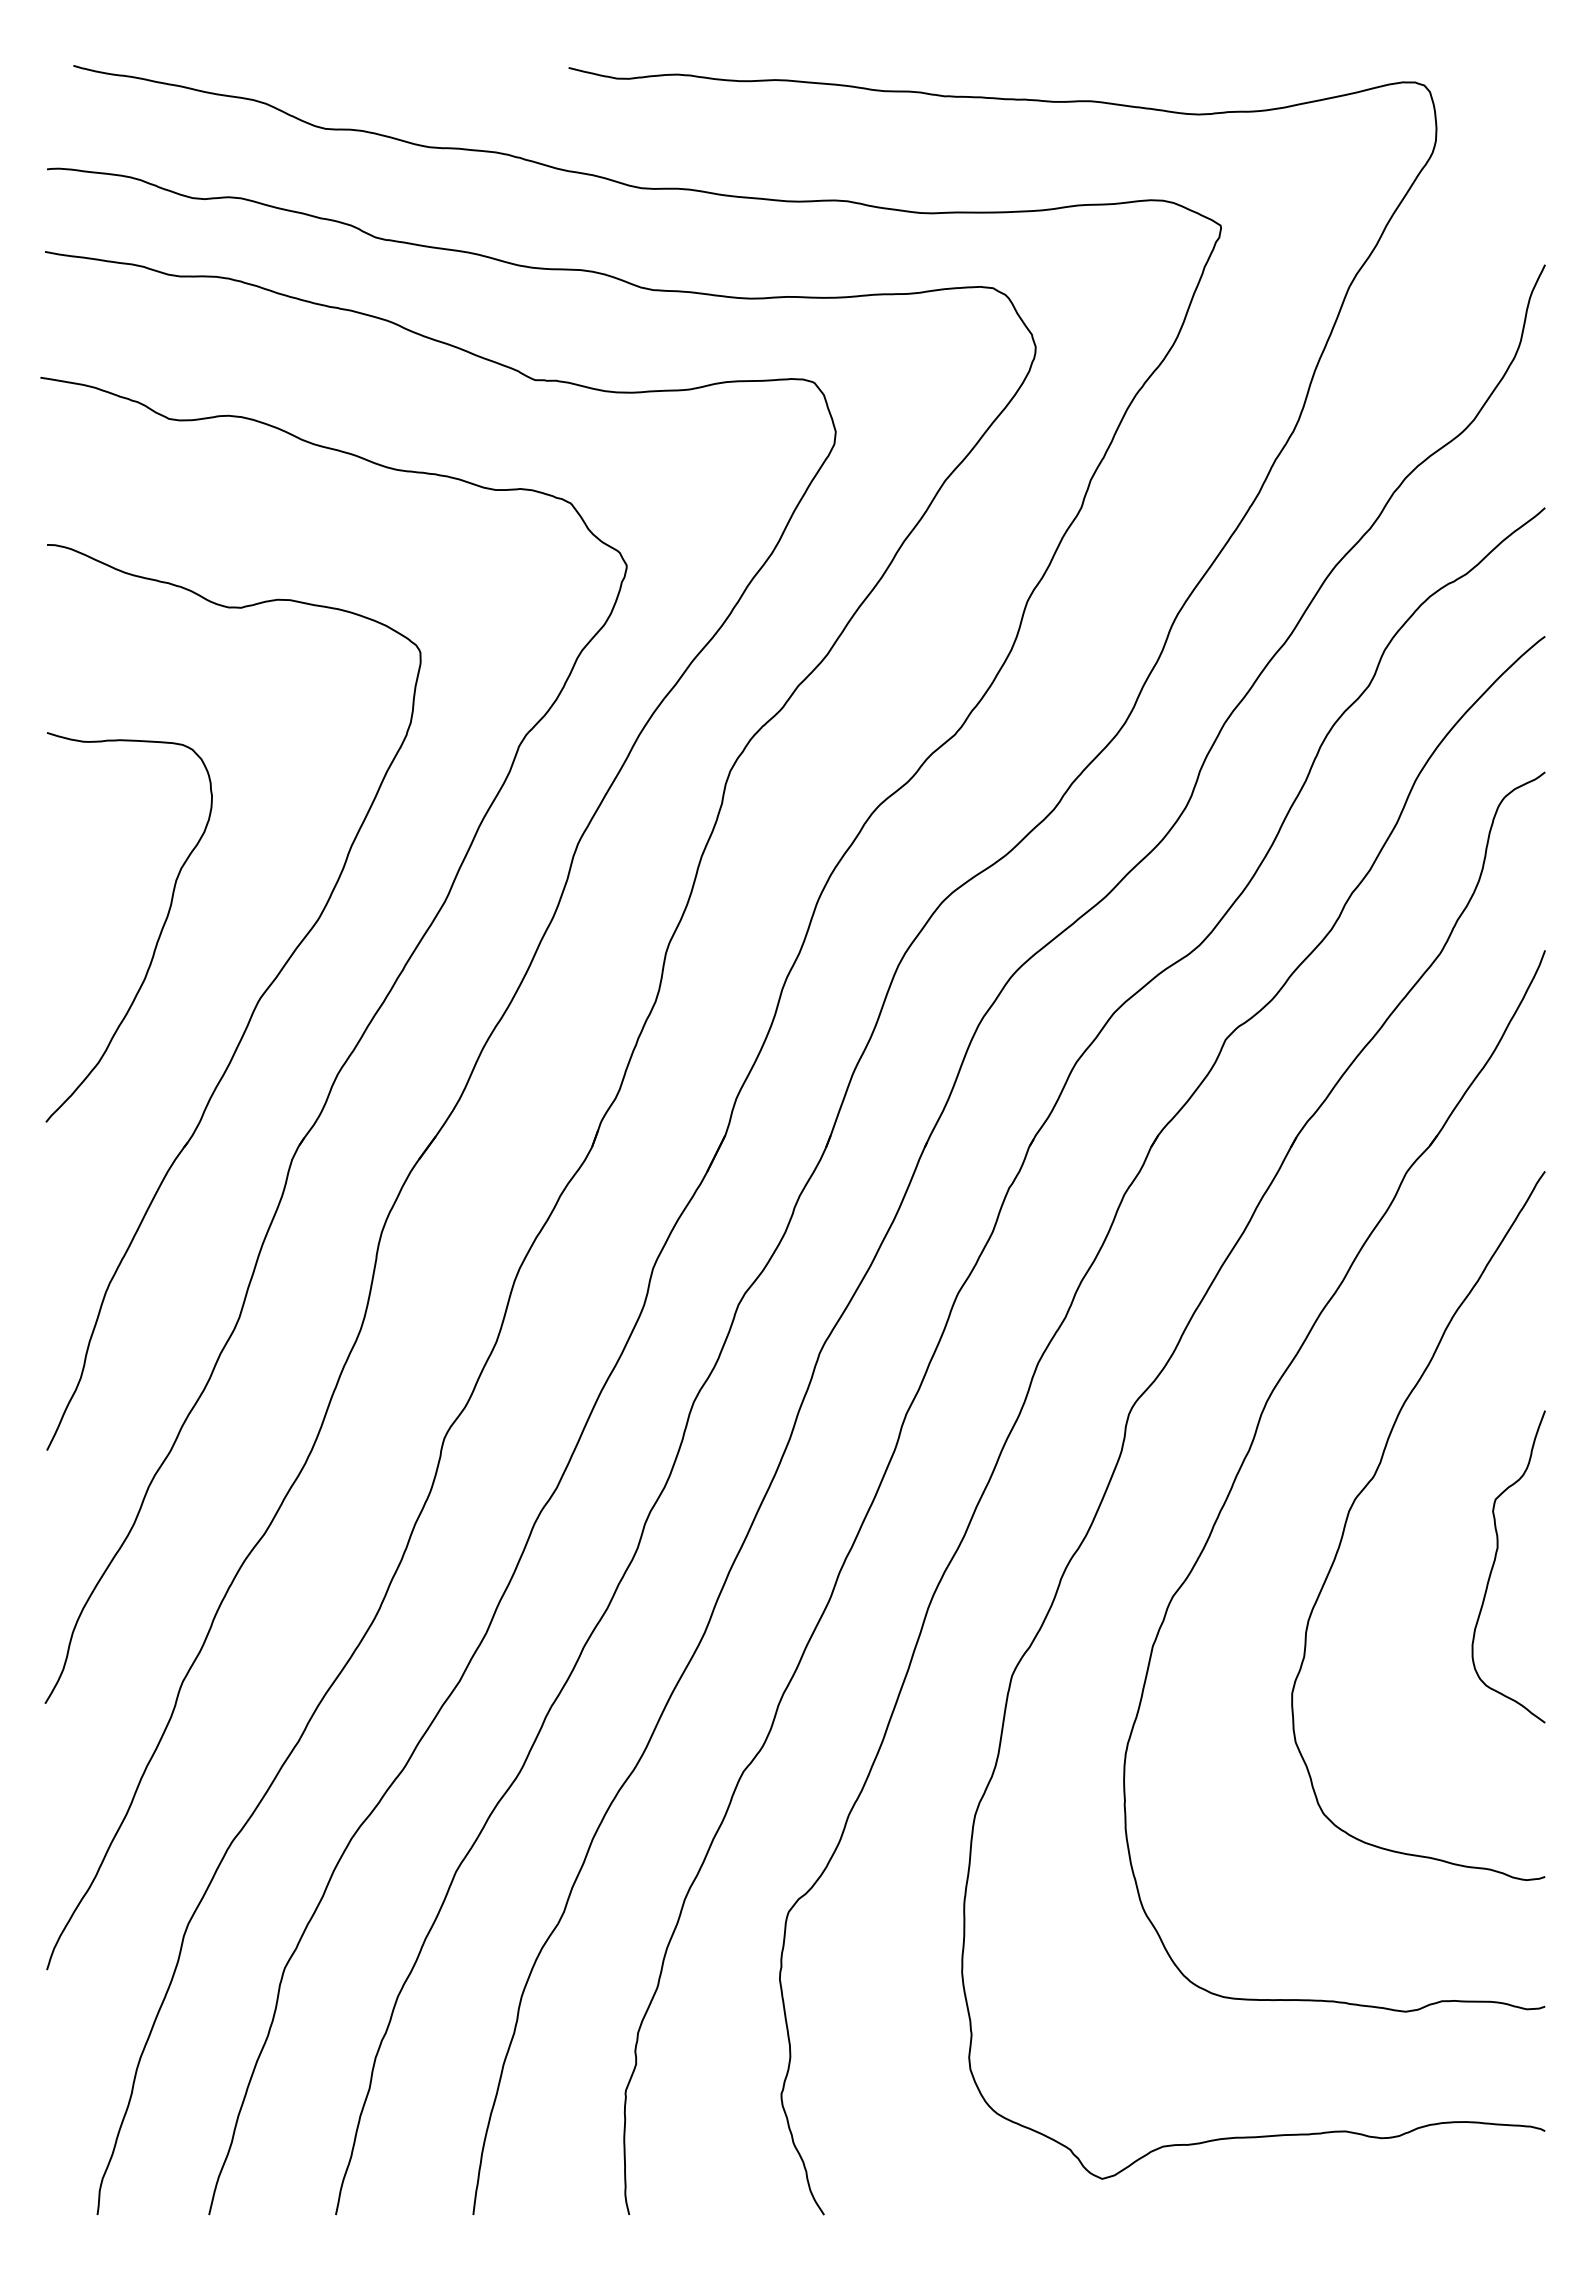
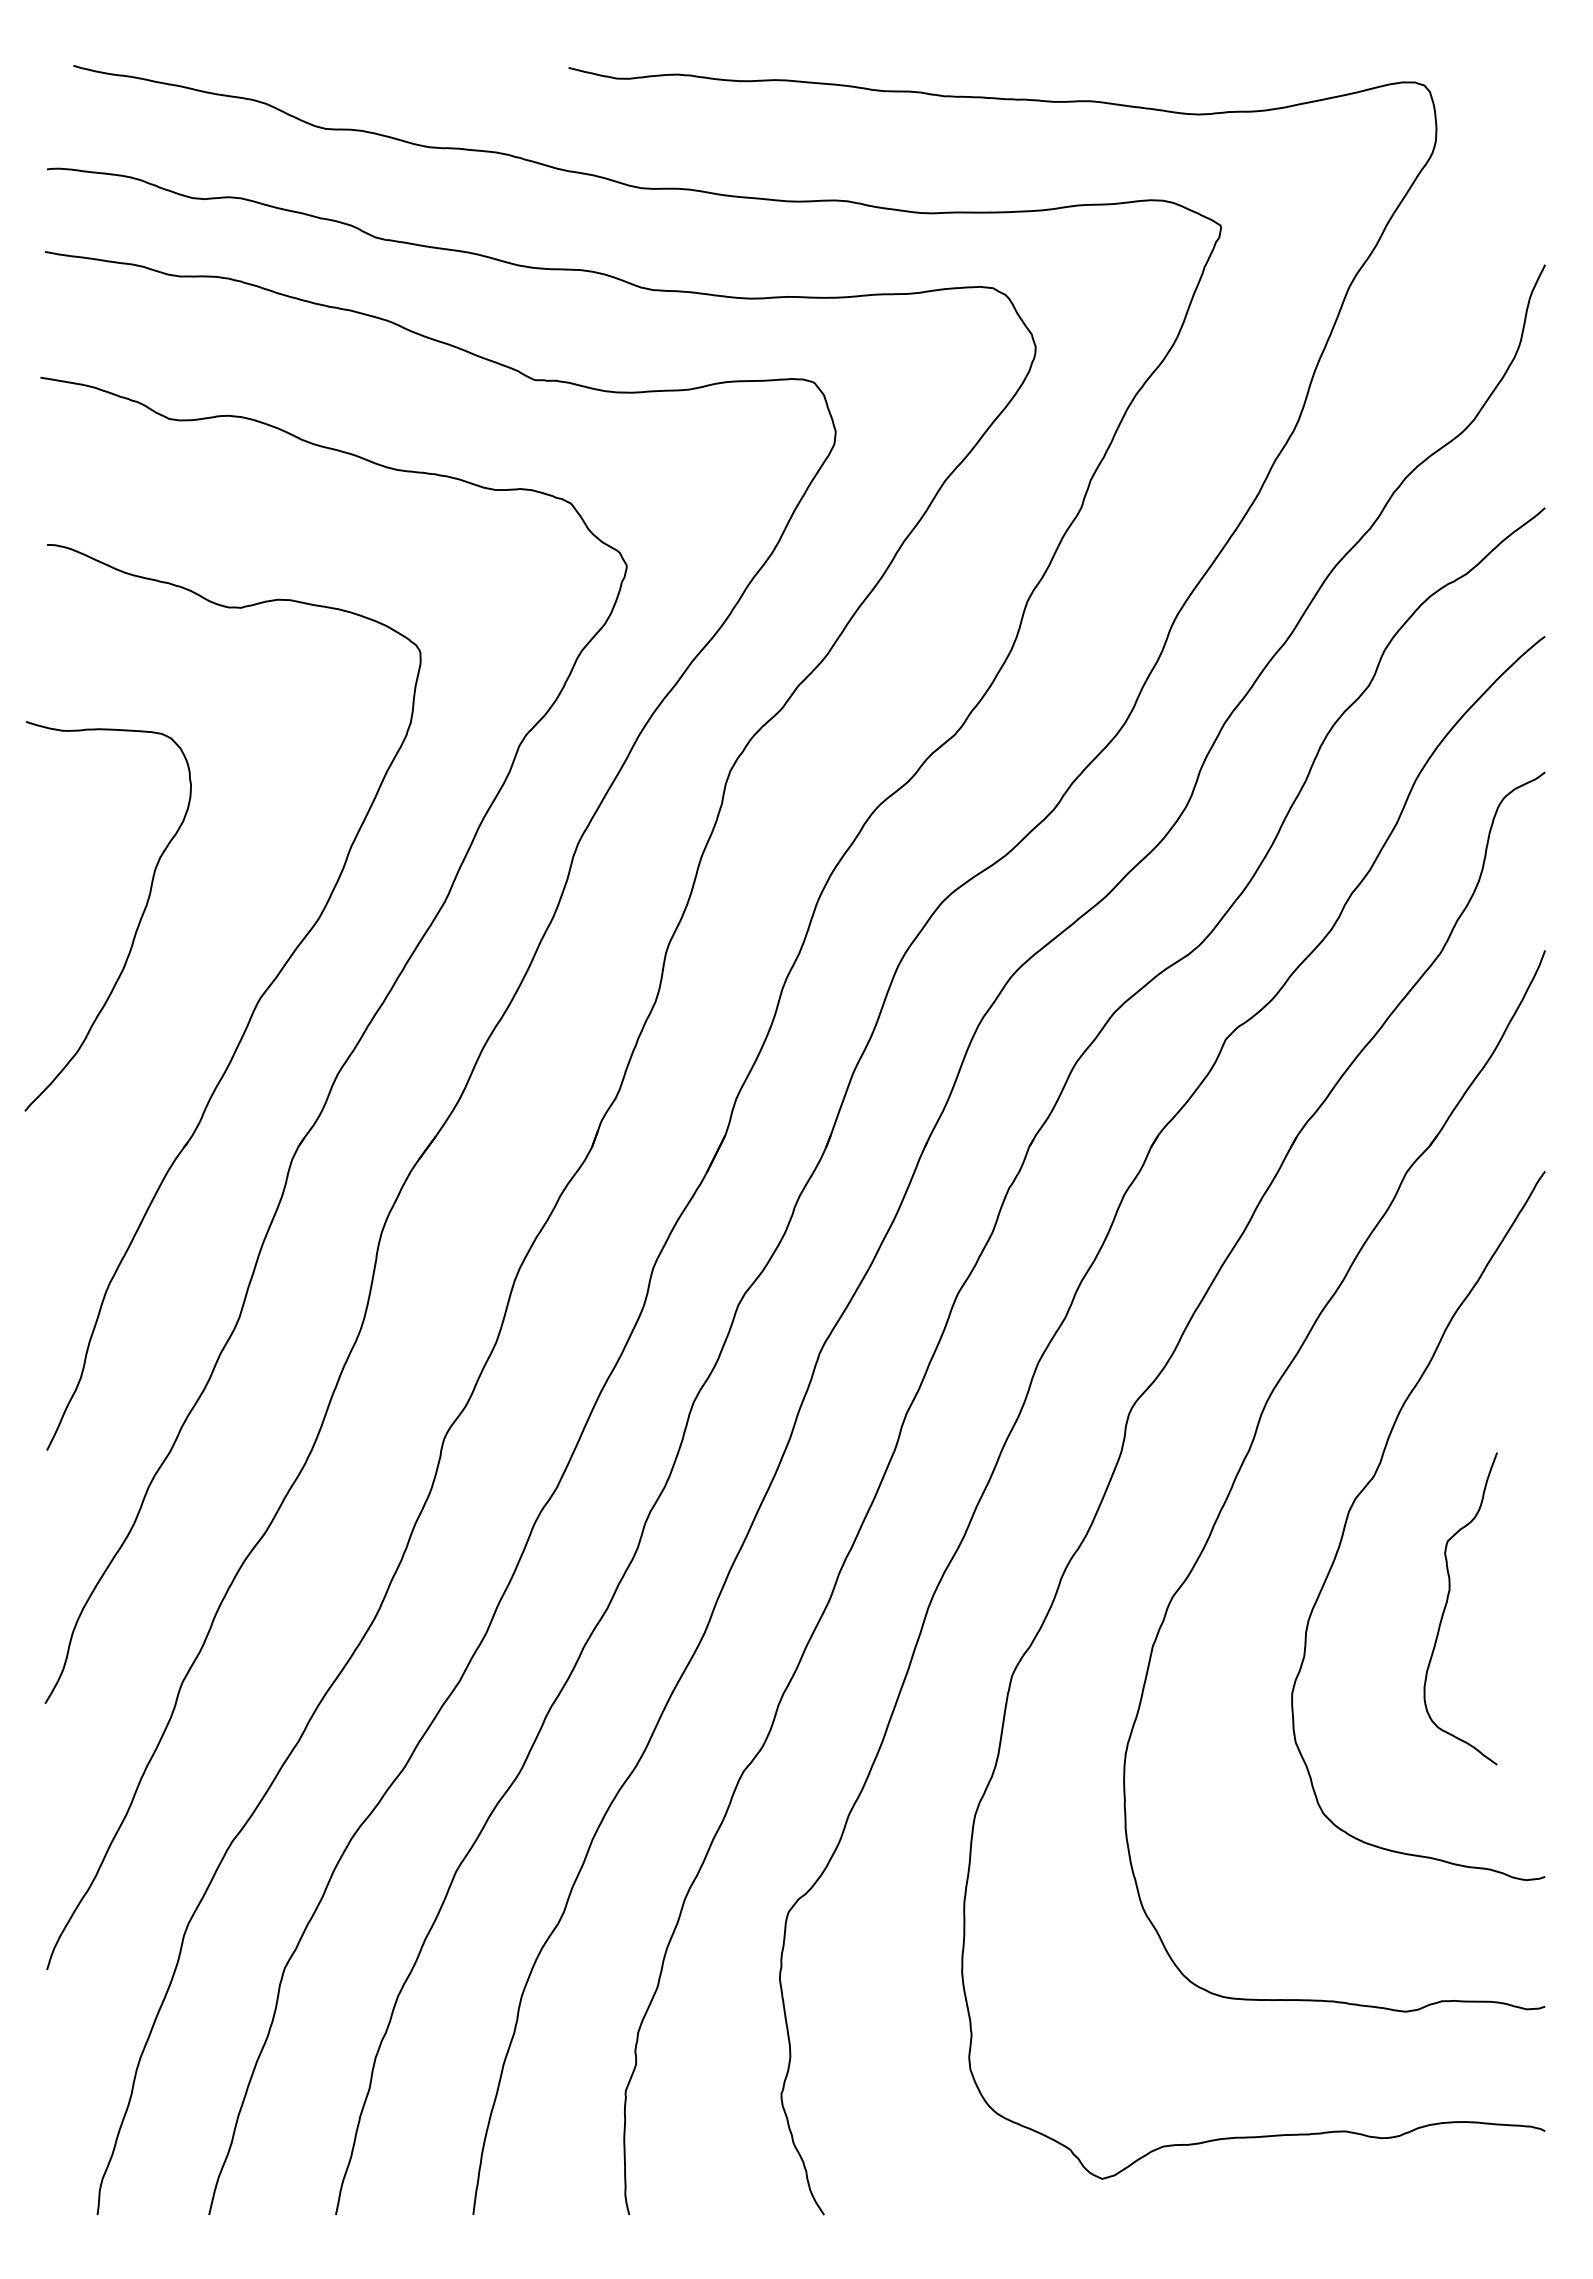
curve at (156, 941) position: (156, 941) -> (135, 930)
curve at (1495, 1561) position: (1495, 1561) -> (1447, 1603)
